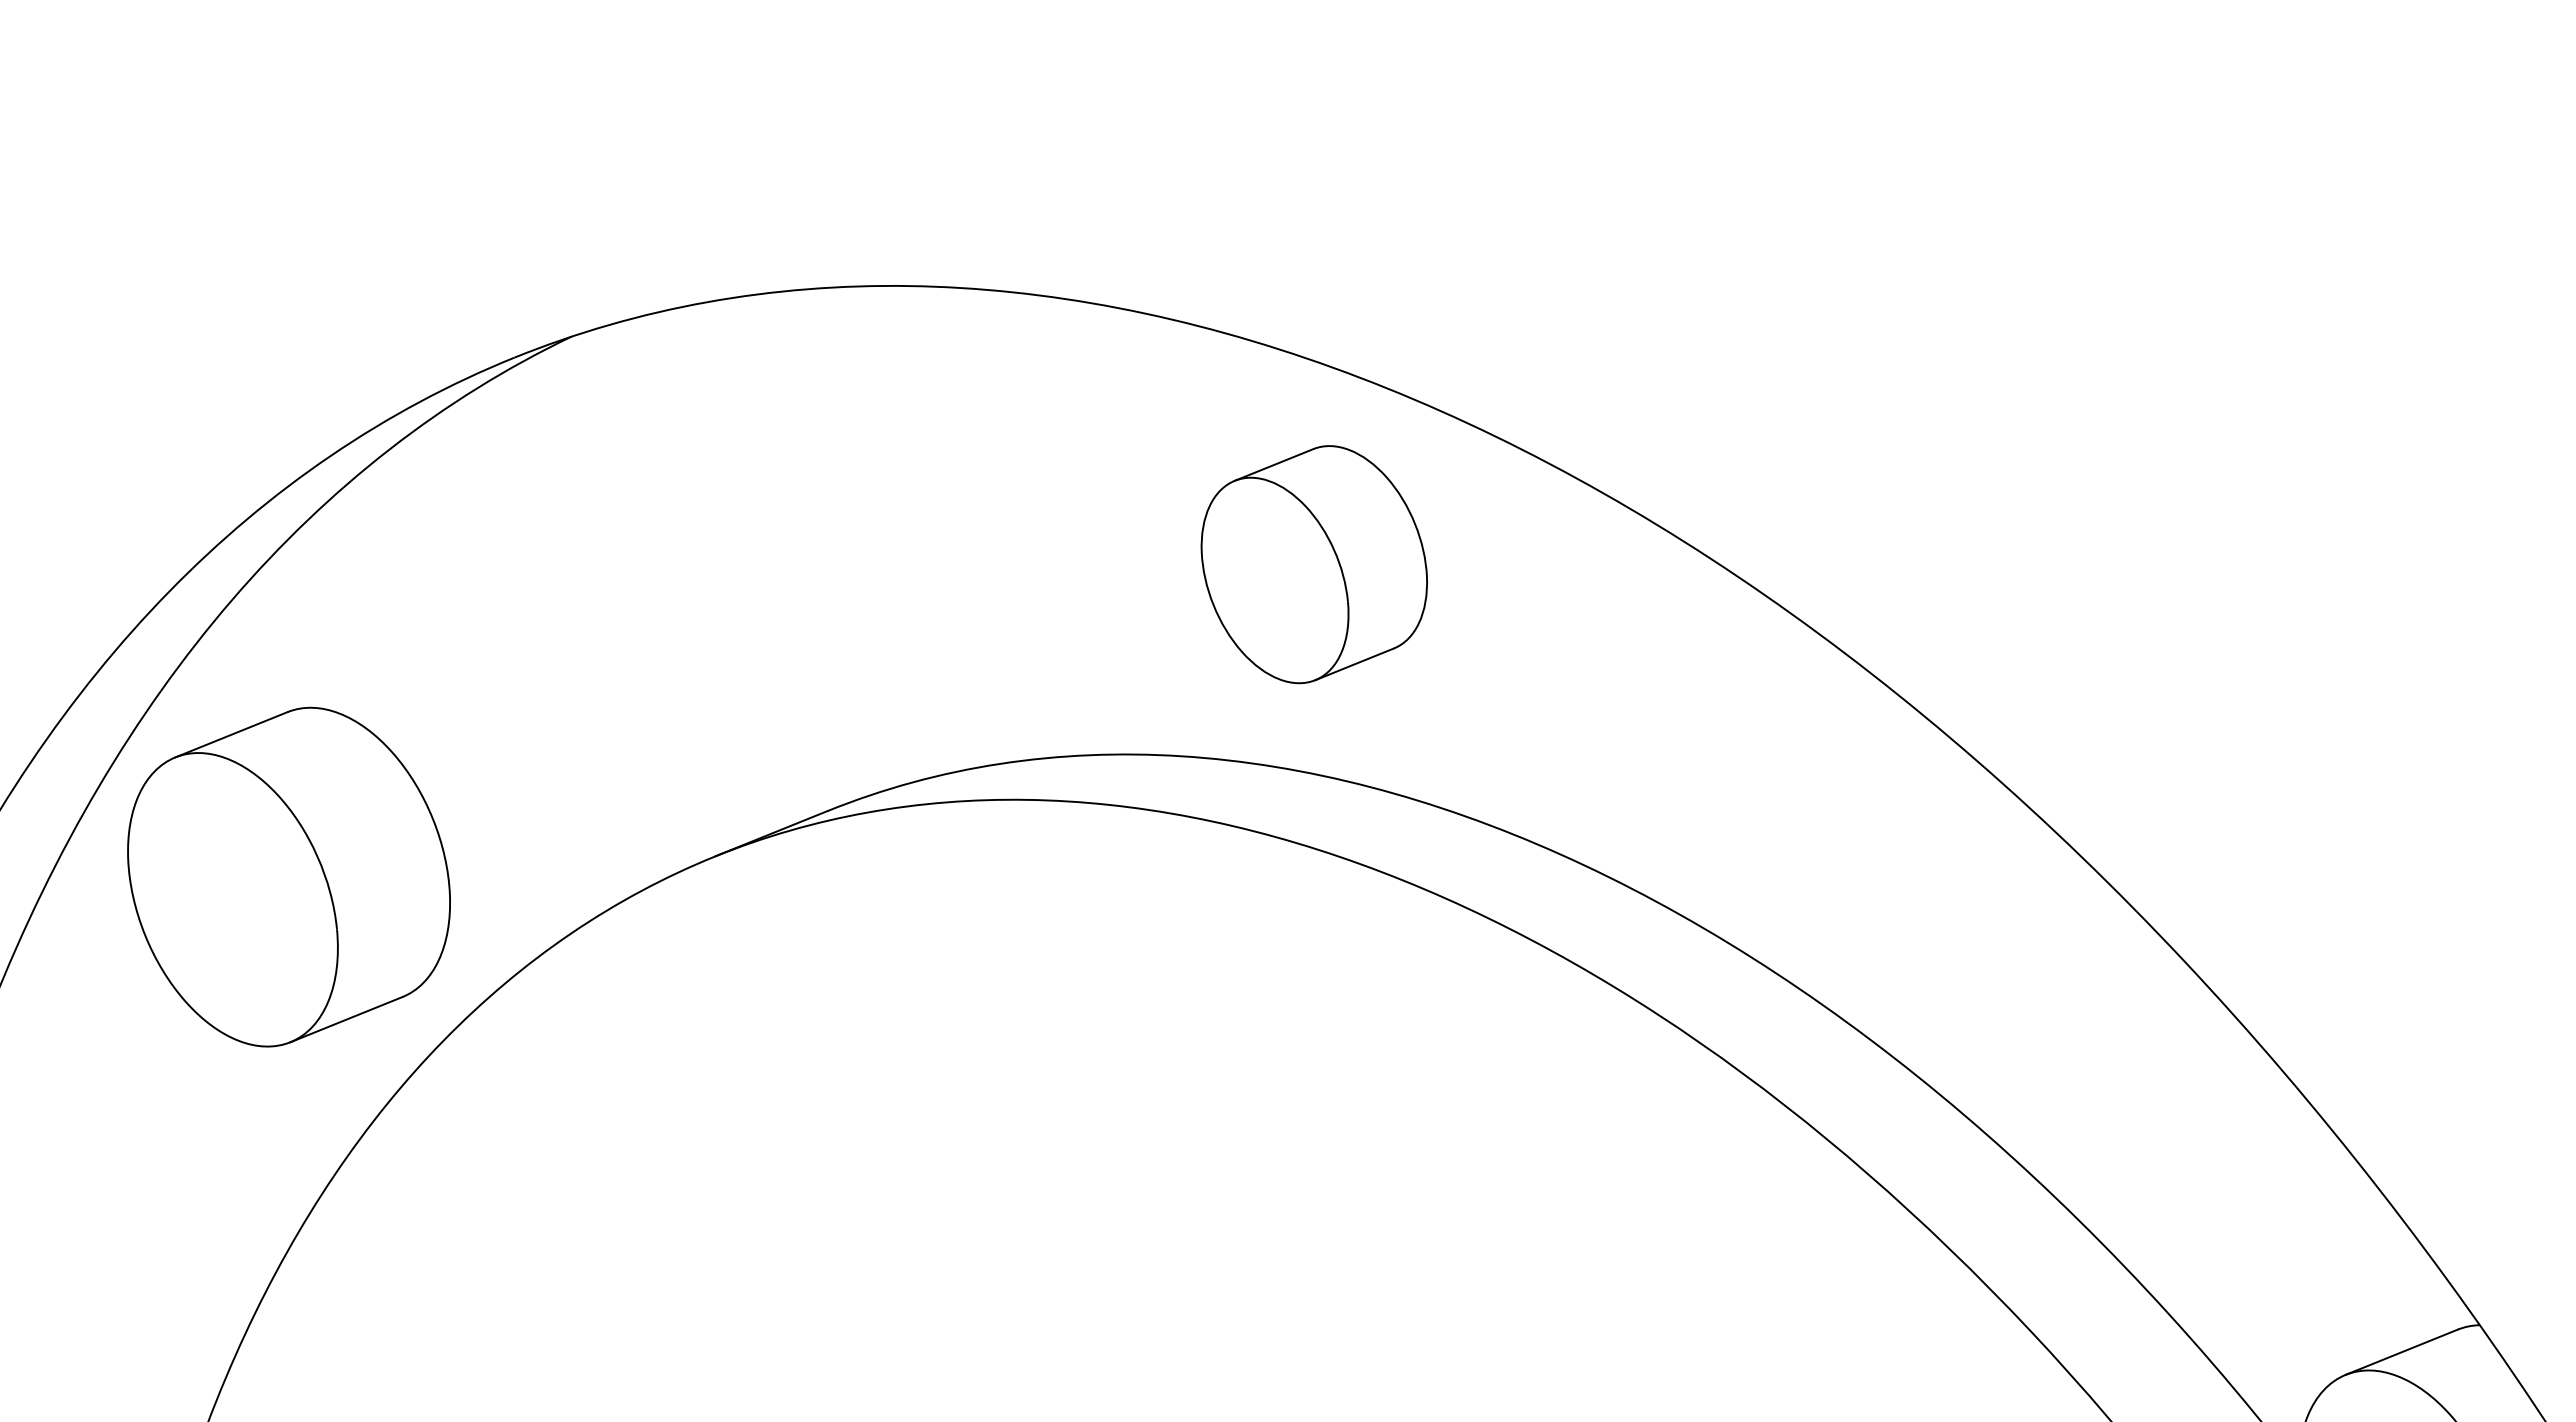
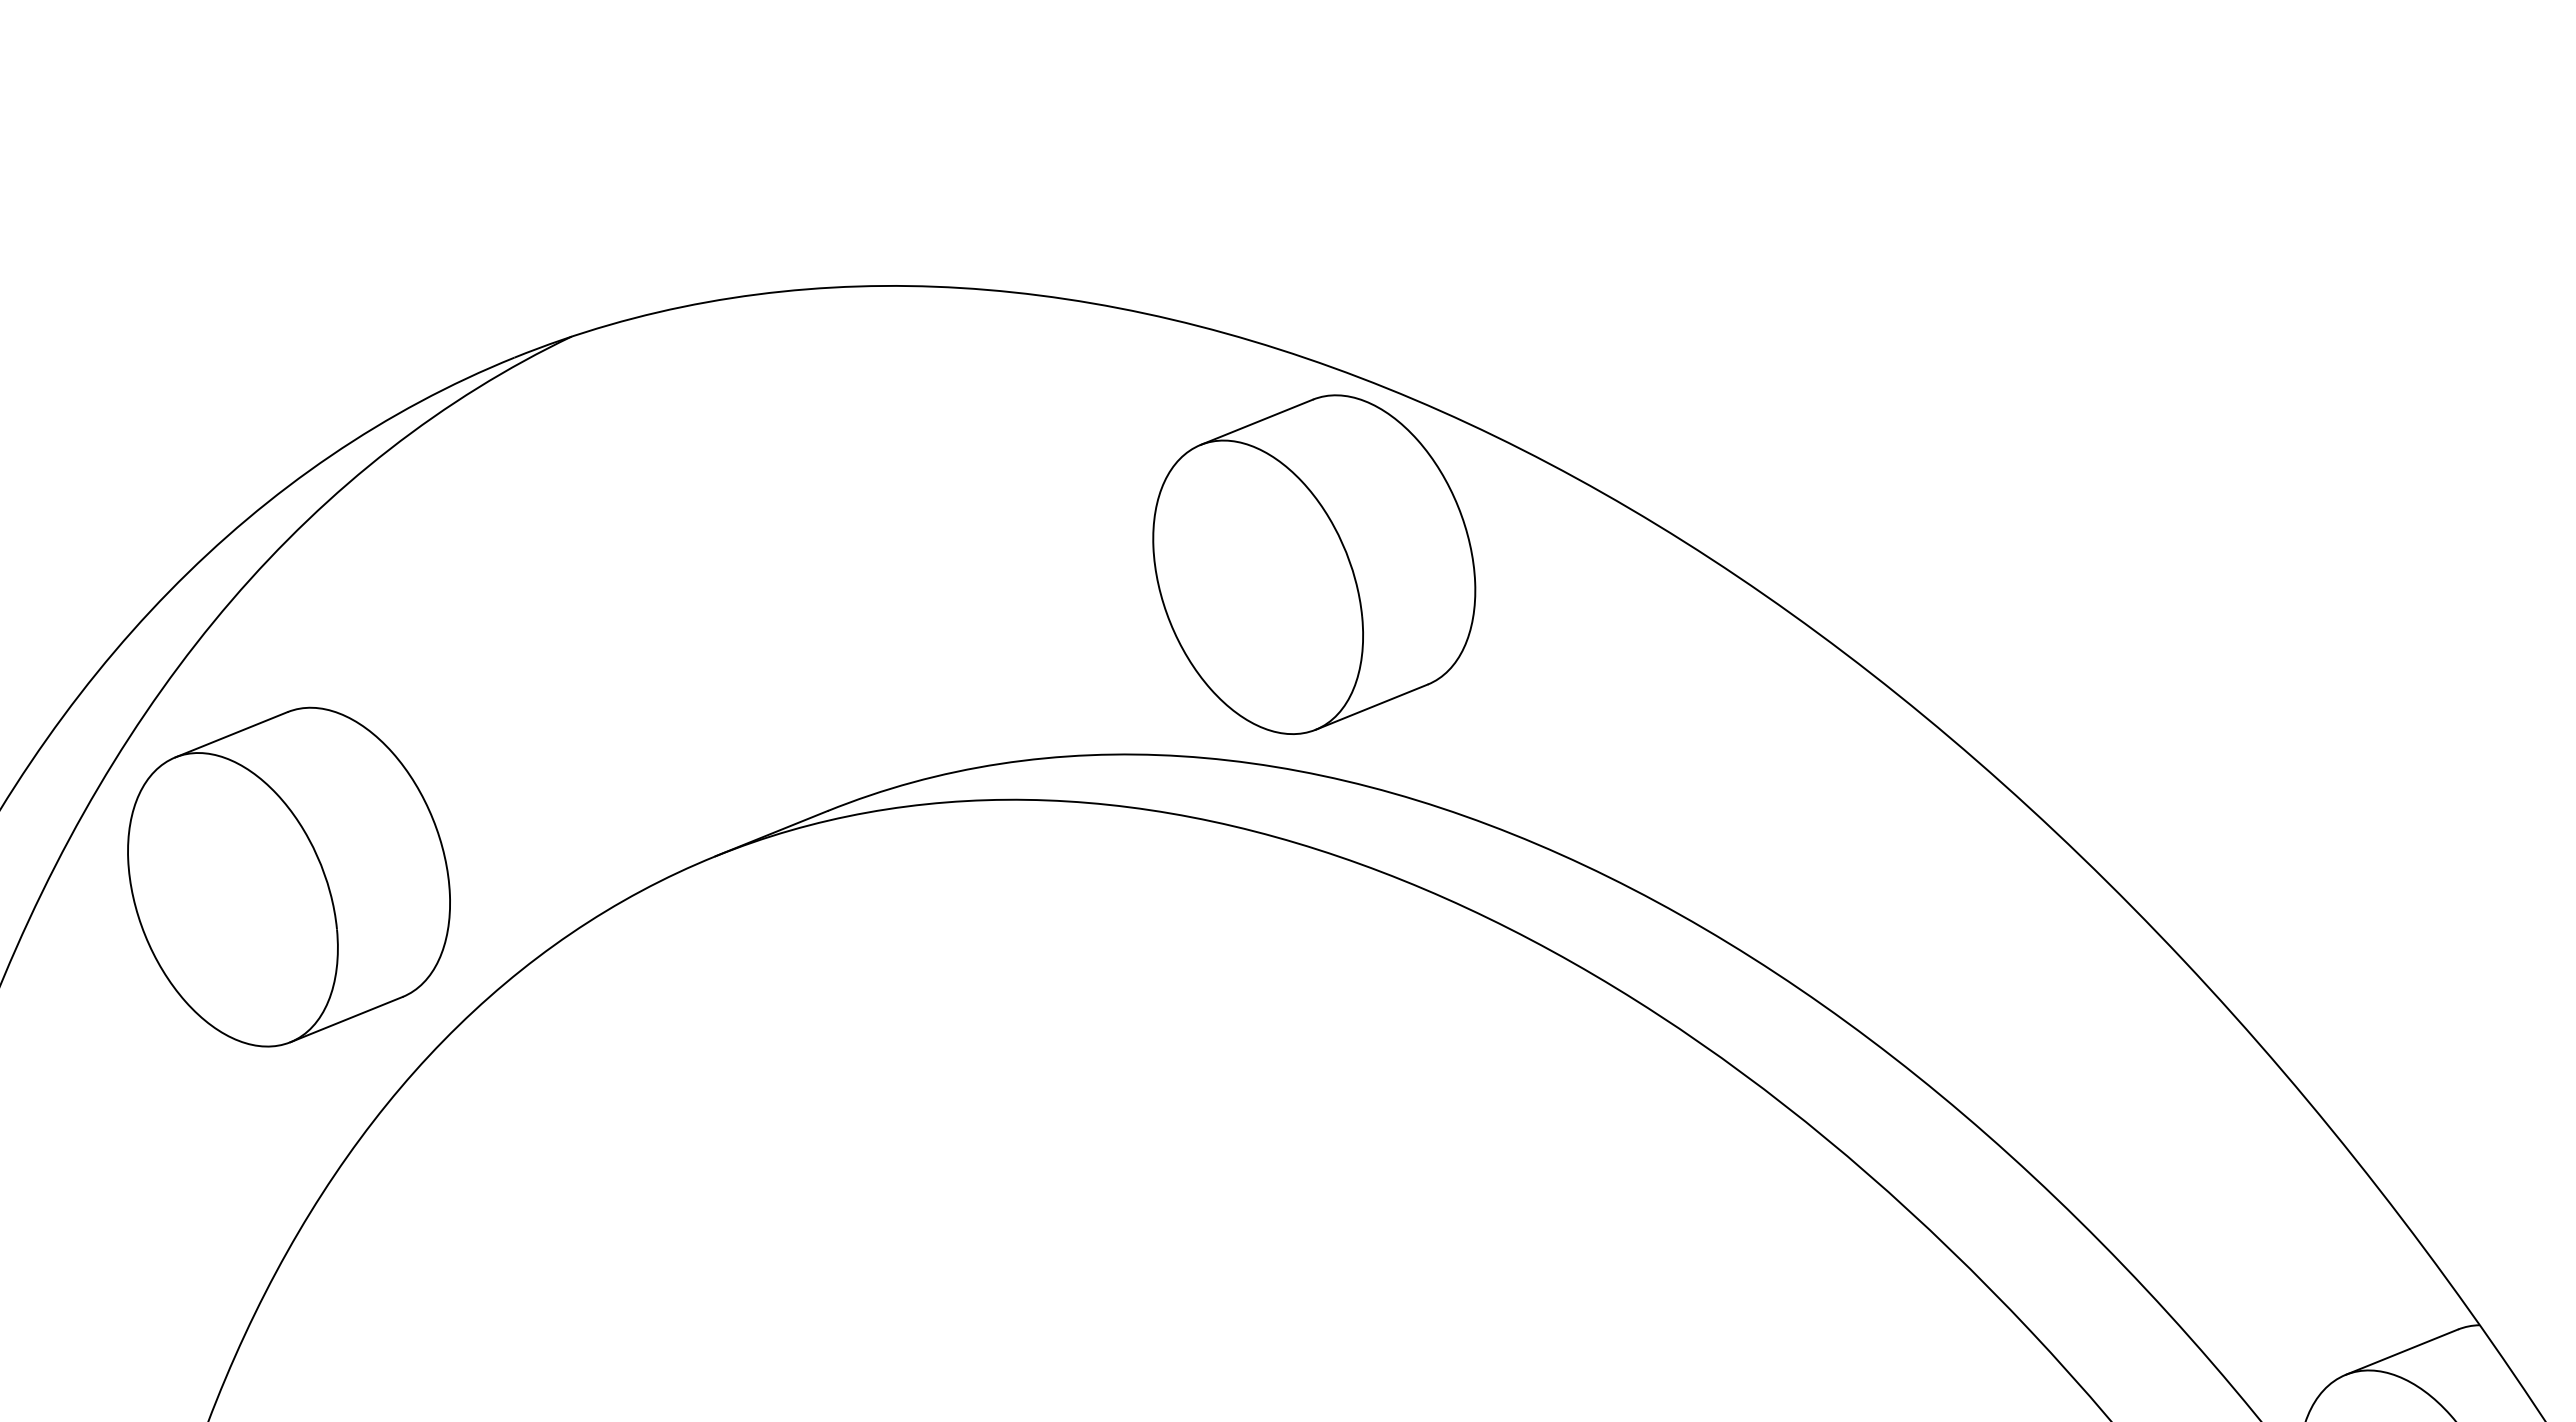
part at (1313, 564) size: 228x240 px -> 325x341 px
